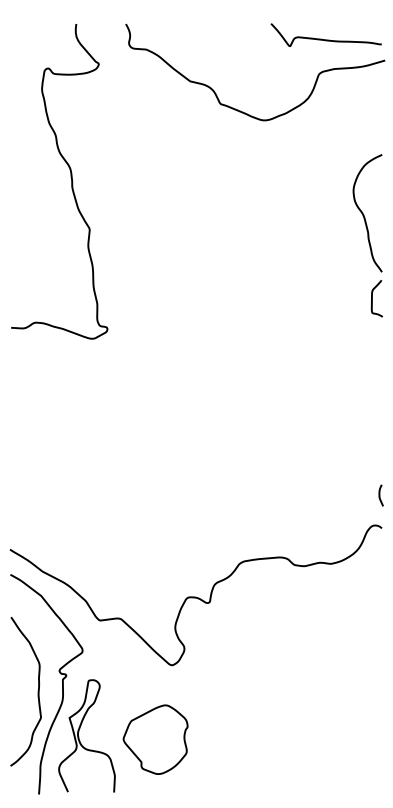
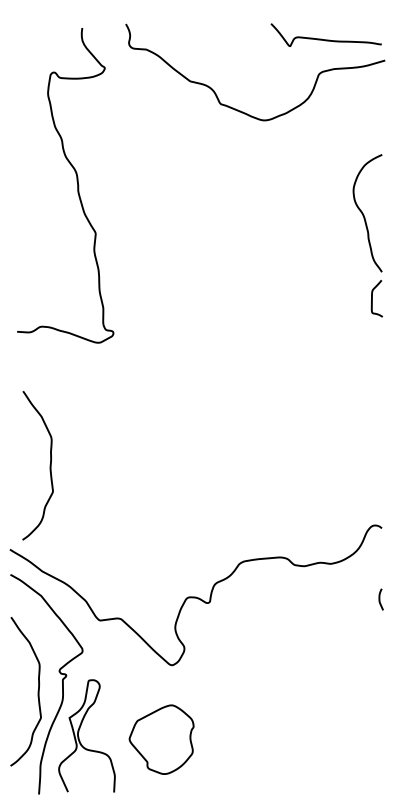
curve at (70, 177) position: (70, 177) -> (76, 181)
curve at (49, 465): none -> present
curve at (380, 495) position: (380, 495) -> (380, 599)
part at (155, 739) position: (155, 739) -> (161, 739)
